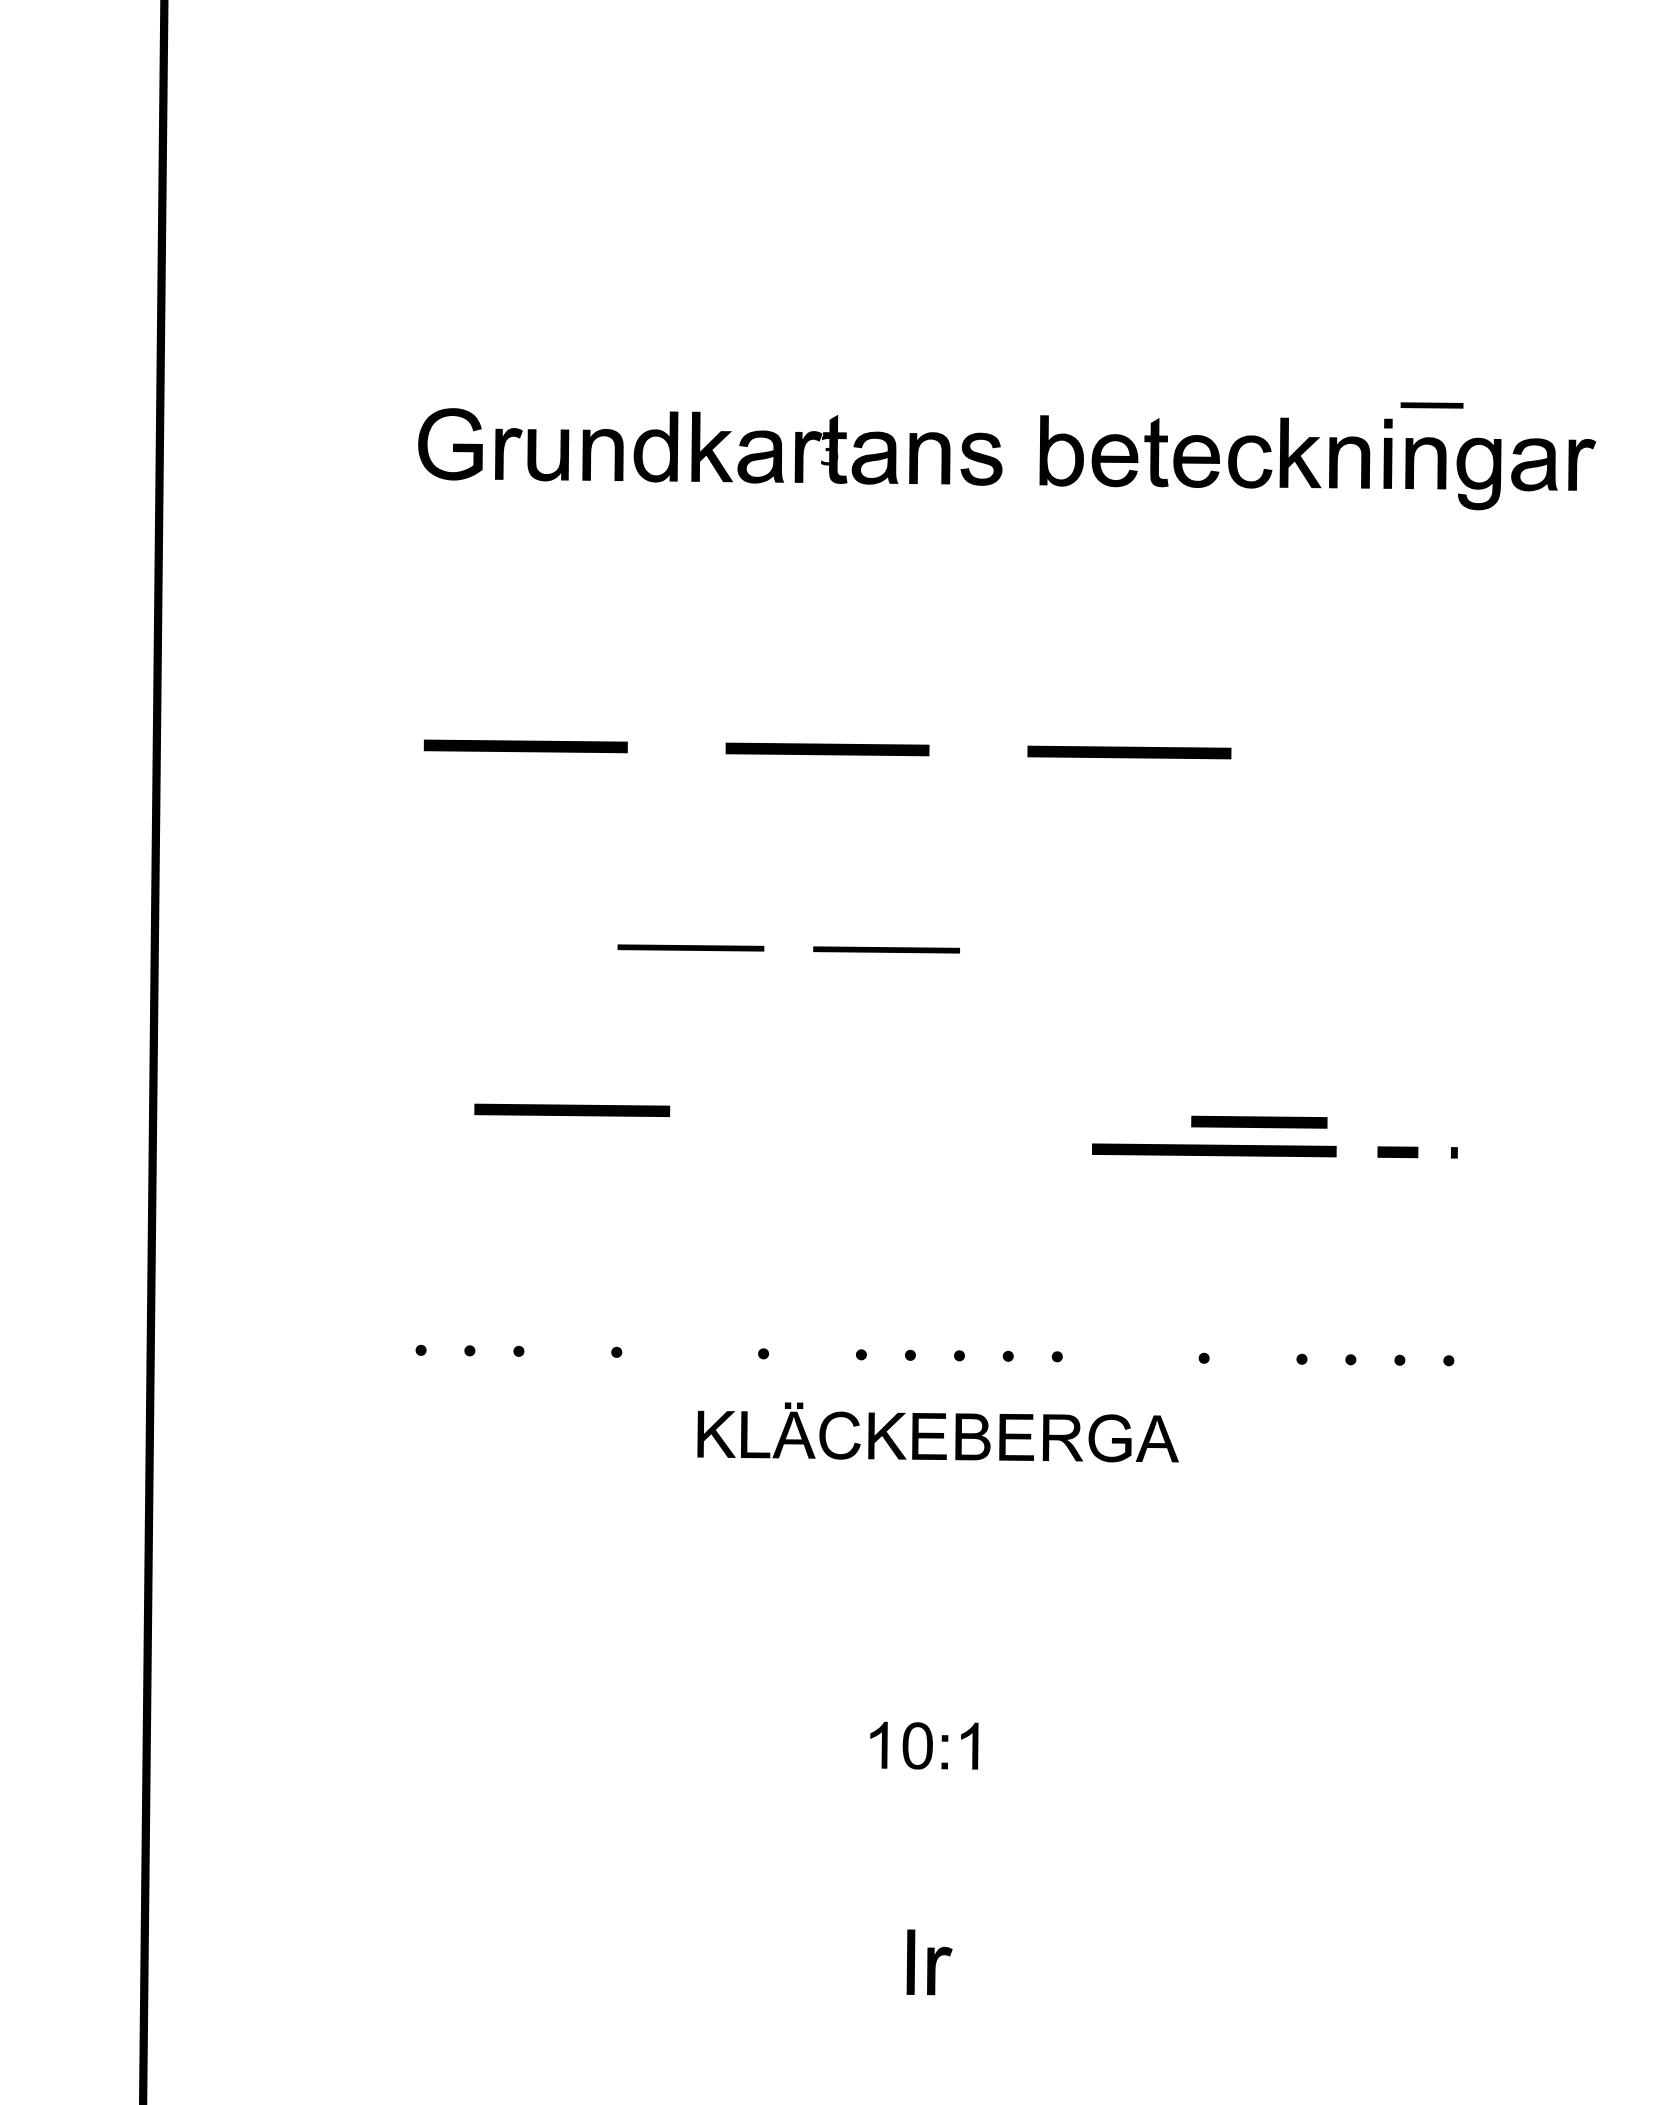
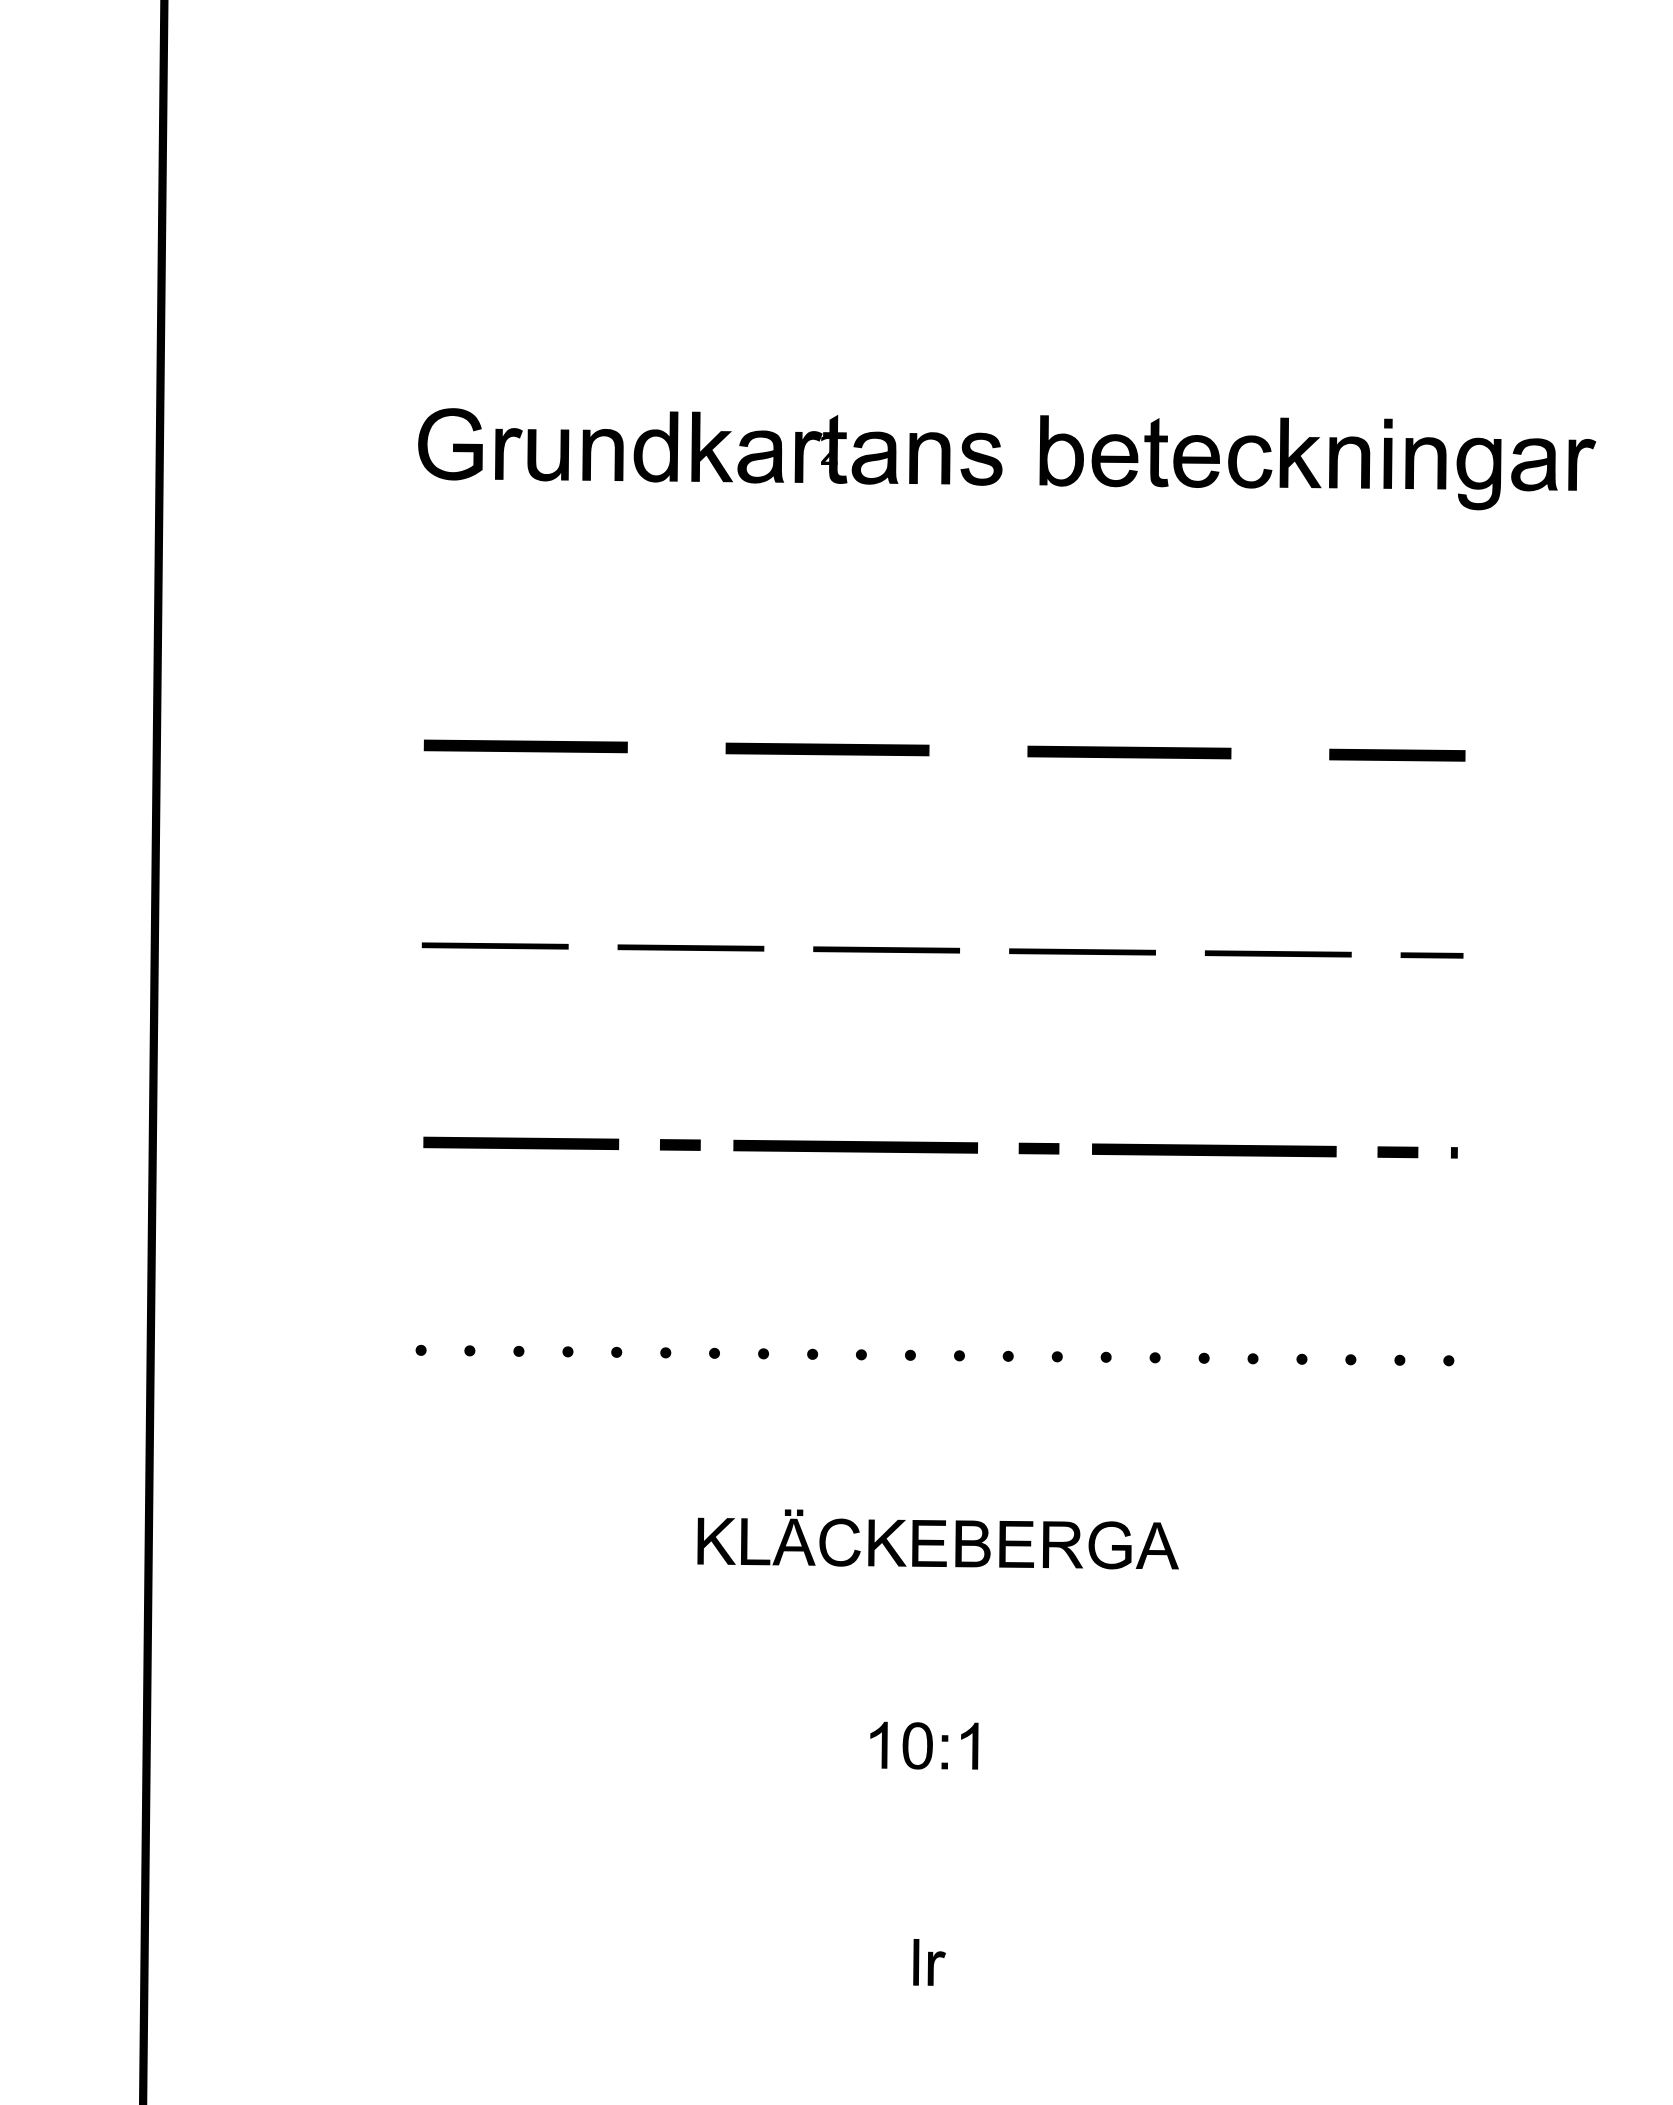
line at (1431, 405) position: (1431, 405) -> (1431, 955)
text at (829, 450): 3 -> 2
line at (494, 945): none -> present
line at (1082, 951): none -> present
line at (1277, 953): none -> present
line at (572, 1109) position: (572, 1109) -> (521, 1142)
line at (1259, 1121) position: (1259, 1121) -> (1397, 754)
line at (680, 1144): none -> present
line at (855, 1146): none -> present
line at (1038, 1148): none -> present
fill at (567, 1351): none -> present
fill at (665, 1352): none -> present
fill at (714, 1352): none -> present
fill at (812, 1353): none -> present
fill at (1105, 1356): none -> present
fill at (1154, 1357): none -> present
fill at (1252, 1358): none -> present
part at (937, 1432) position: (937, 1432) -> (937, 1539)
part at (929, 1962) size: 47x67 px -> 33x47 px
